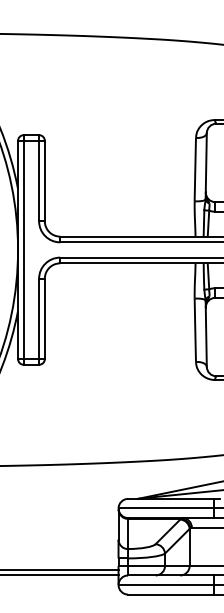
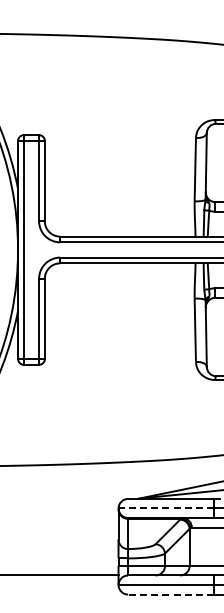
line at (166, 508): solid -> dashed
line at (60, 569): present -> none
line at (170, 594): solid -> dashed
